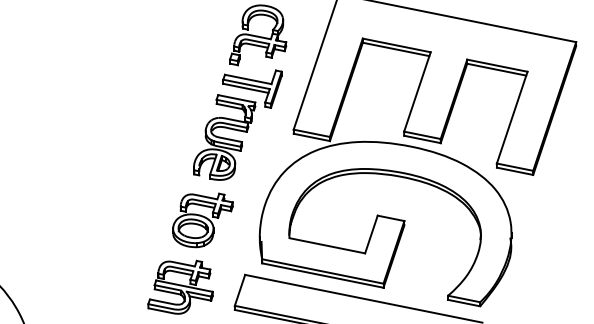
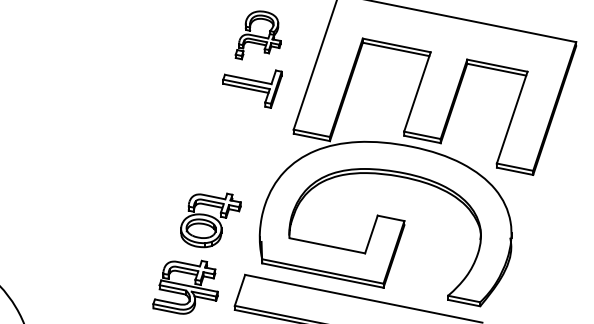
part at (258, 35) size: 59x63 px -> 48x51 px
part at (224, 137): present -> none
part at (202, 220) position: (202, 220) -> (210, 220)
part at (180, 286) position: (180, 286) -> (185, 286)
